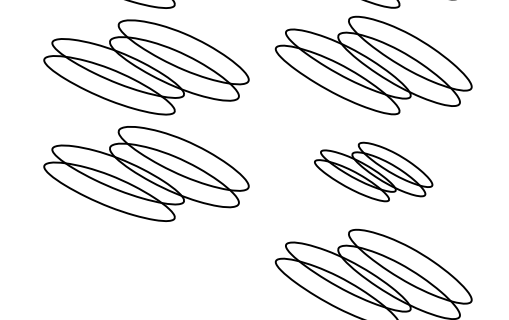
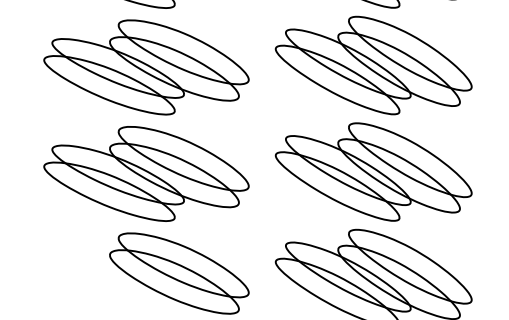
part at (373, 171) size: 120x62 px -> 199x100 px
part at (179, 273): none -> present
